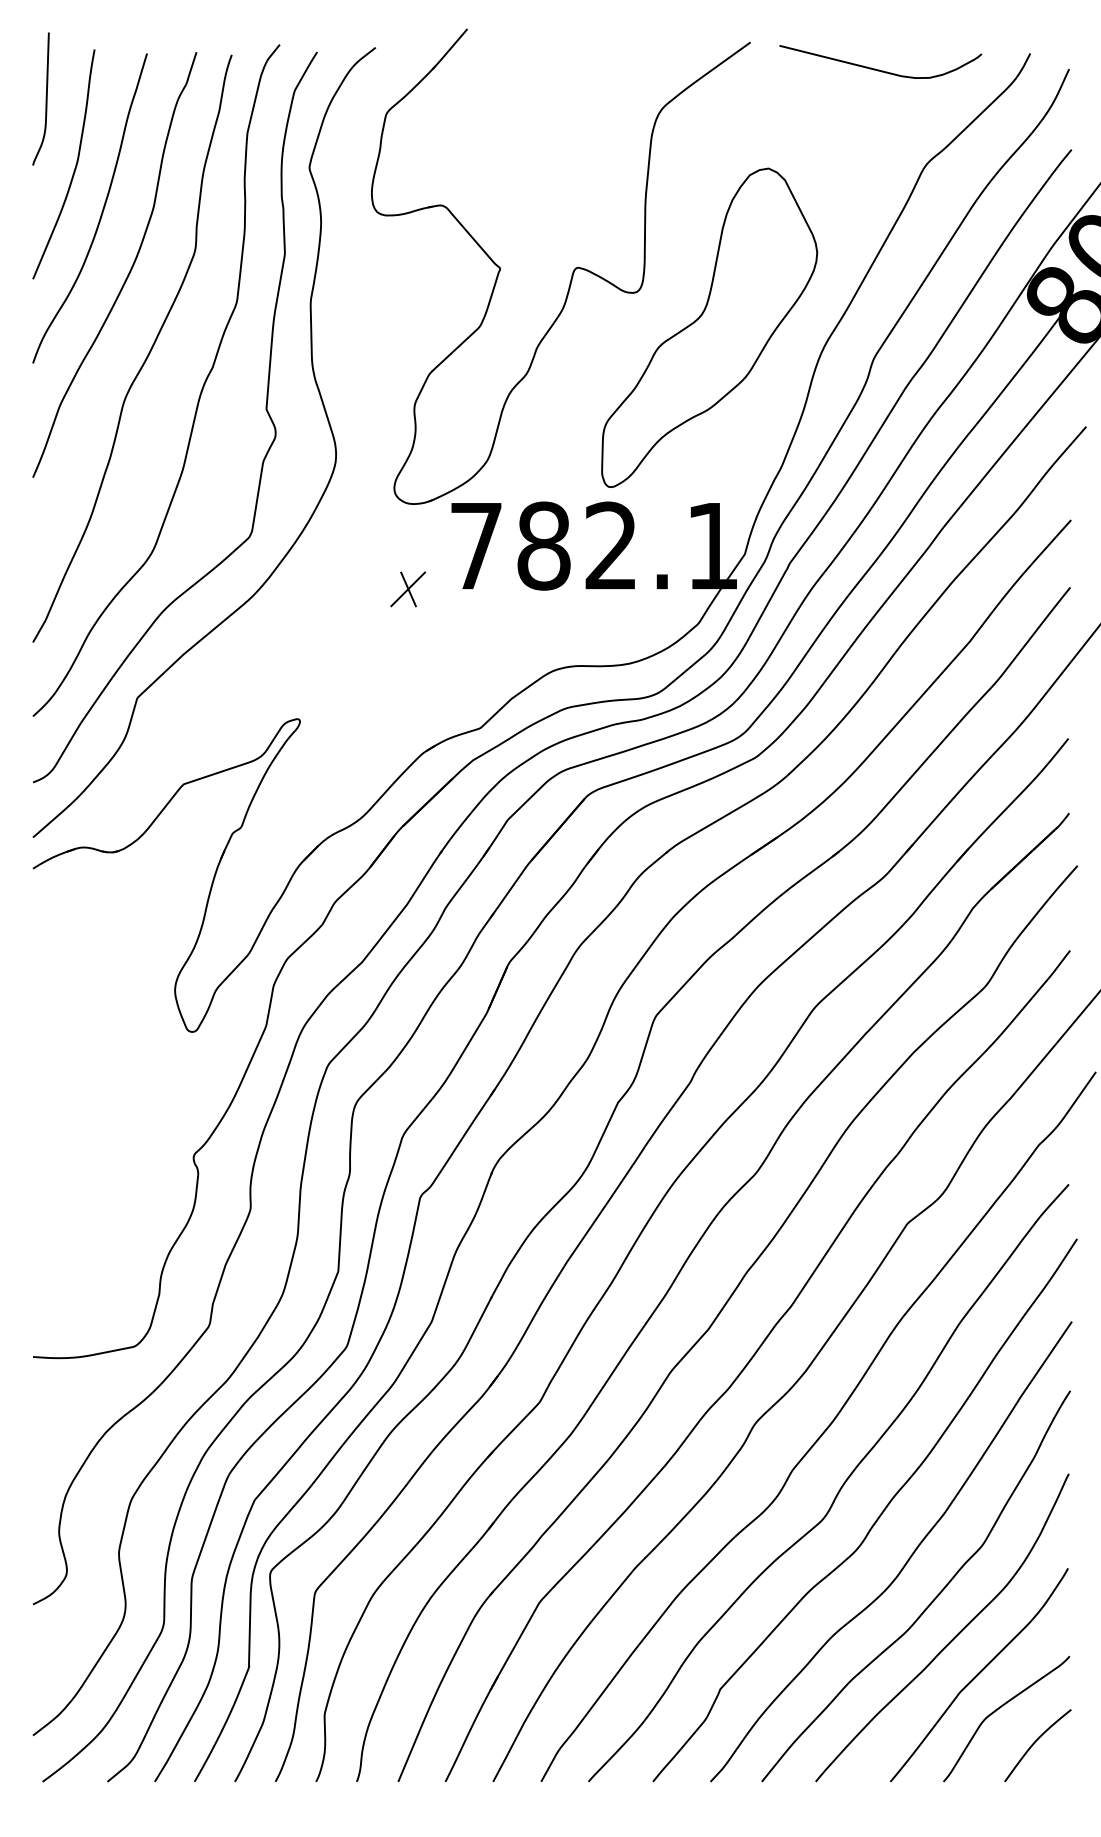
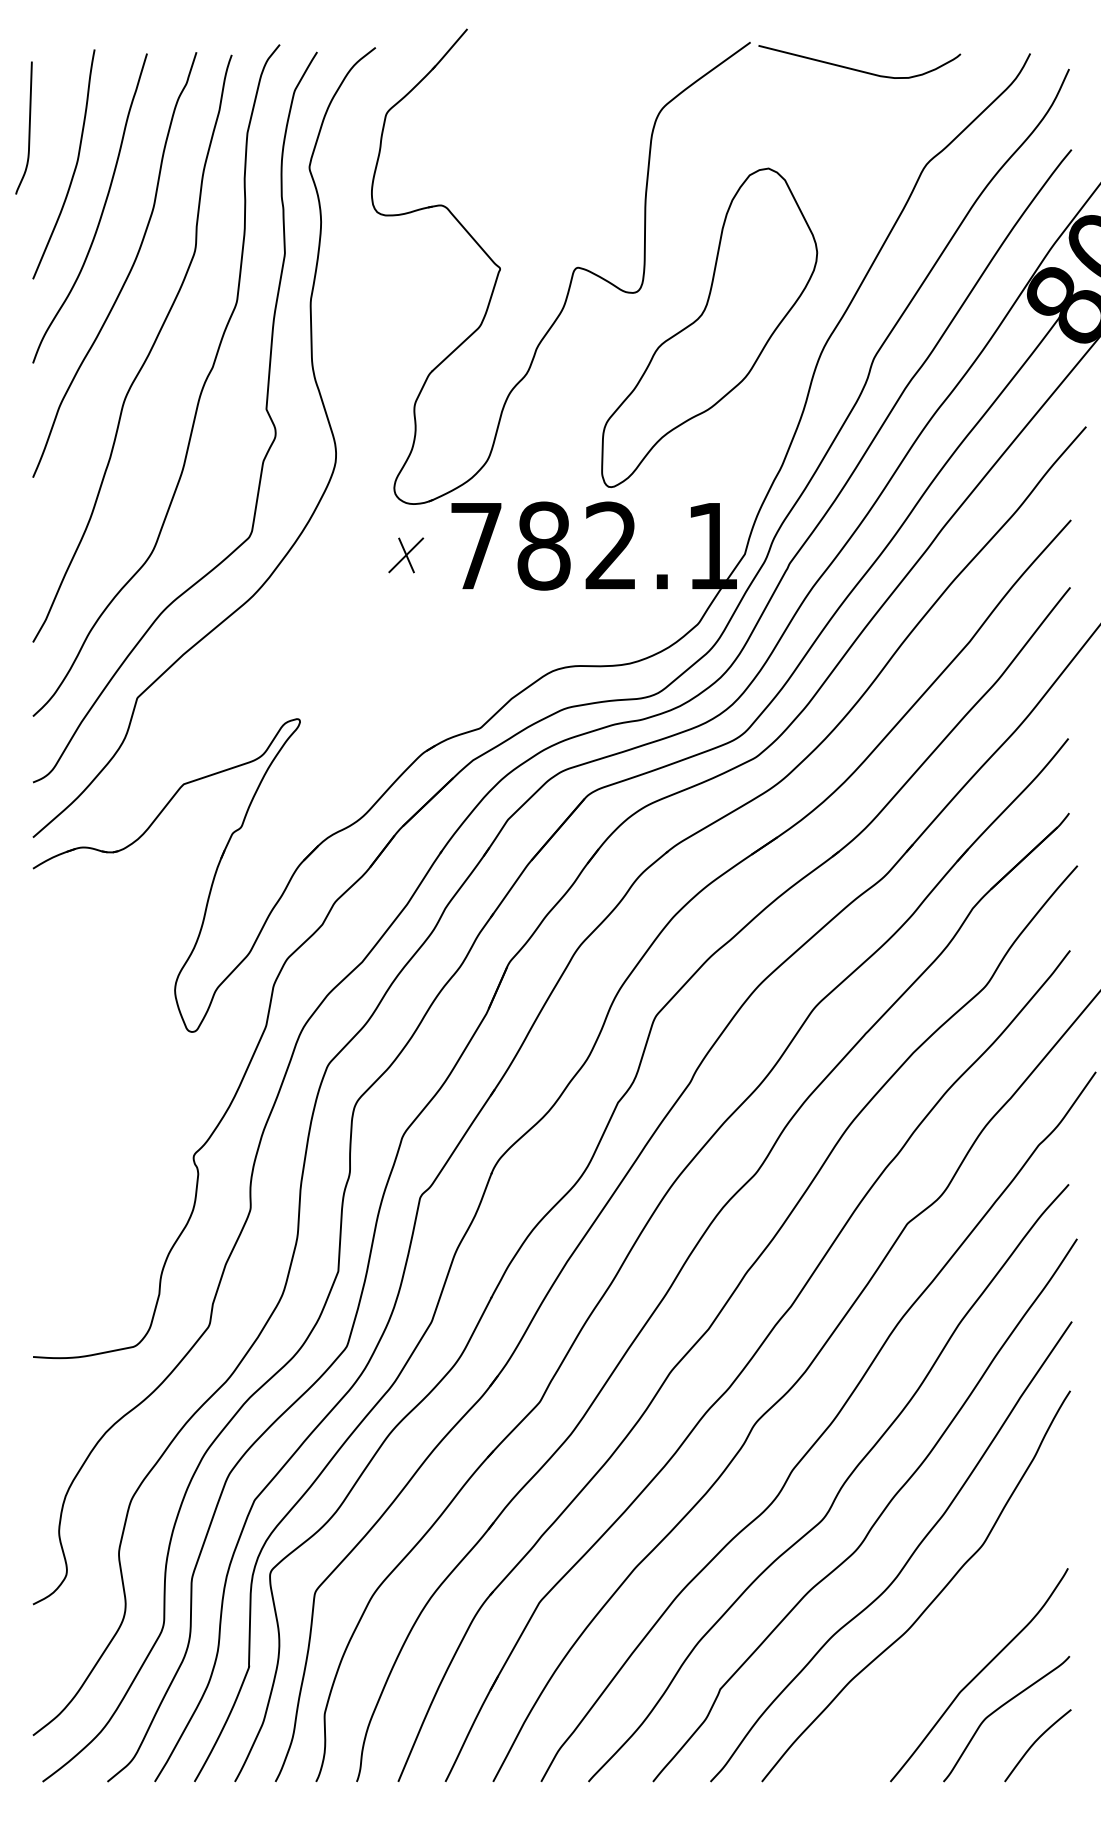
curve at (879, 69) position: (879, 69) -> (858, 69)
curve at (45, 98) position: (45, 98) -> (28, 127)
part at (408, 589) position: (408, 589) -> (406, 555)
curve at (953, 1637): present -> none
